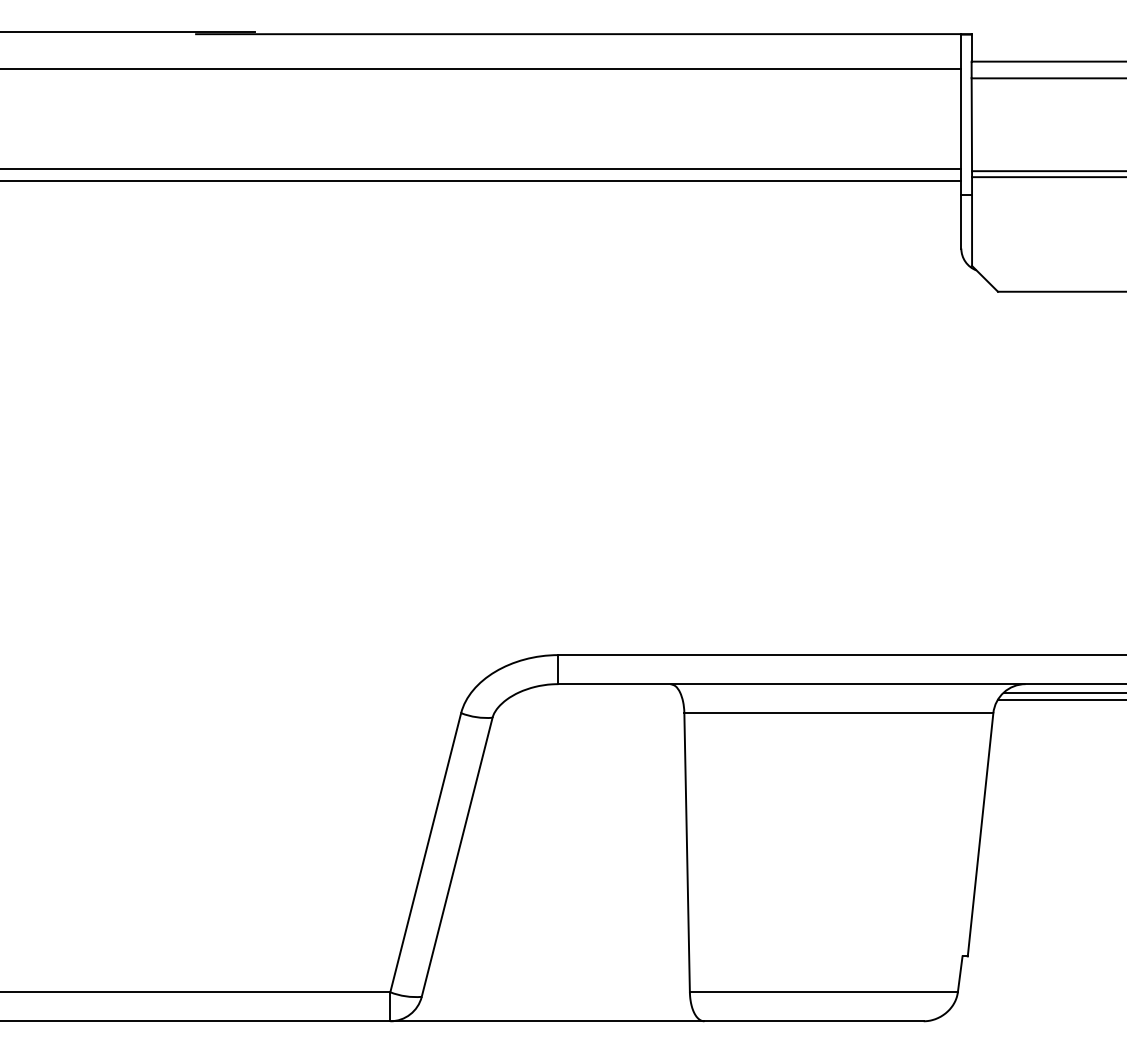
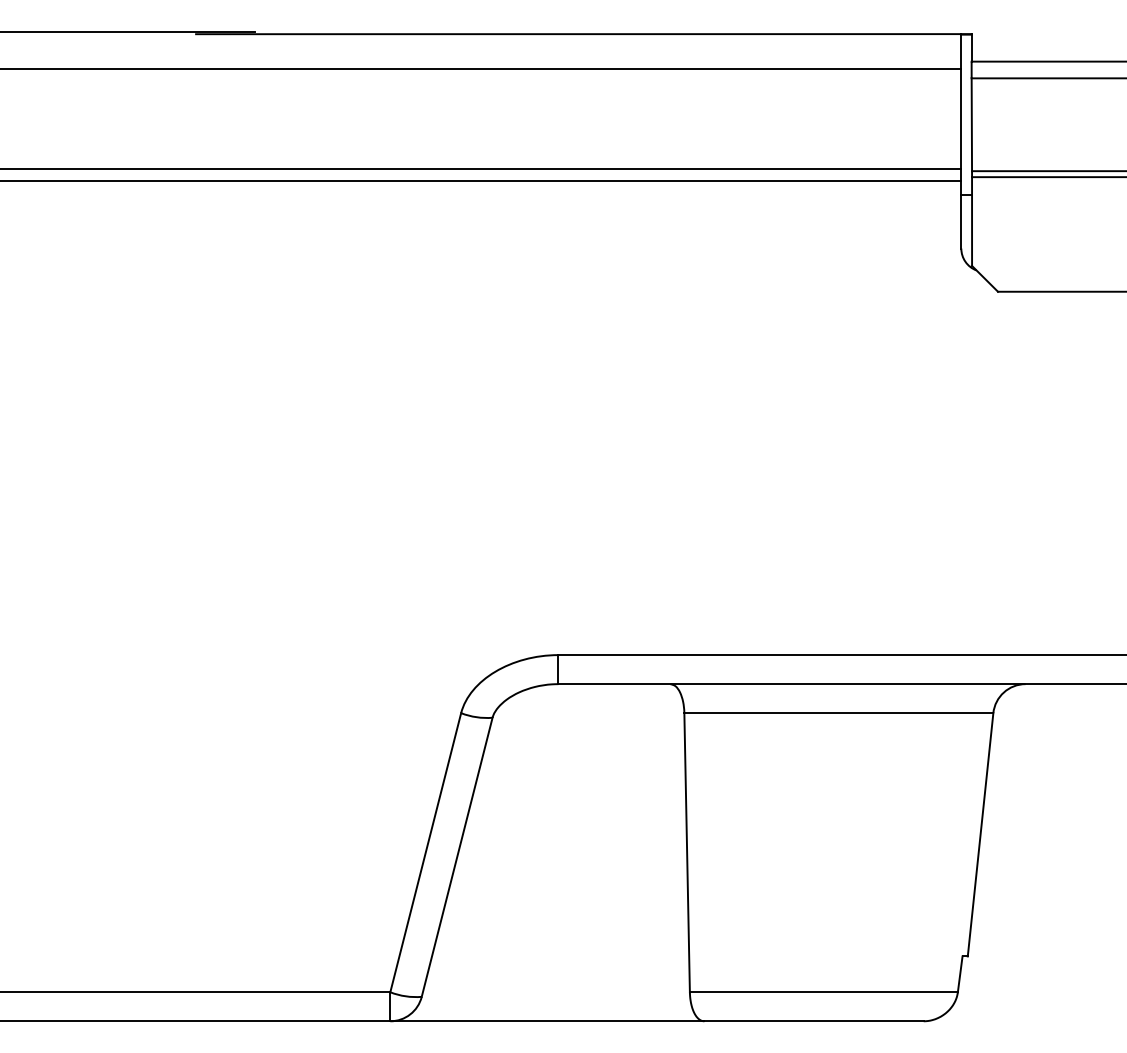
line at (1063, 692): present -> none
line at (1060, 700): present -> none
